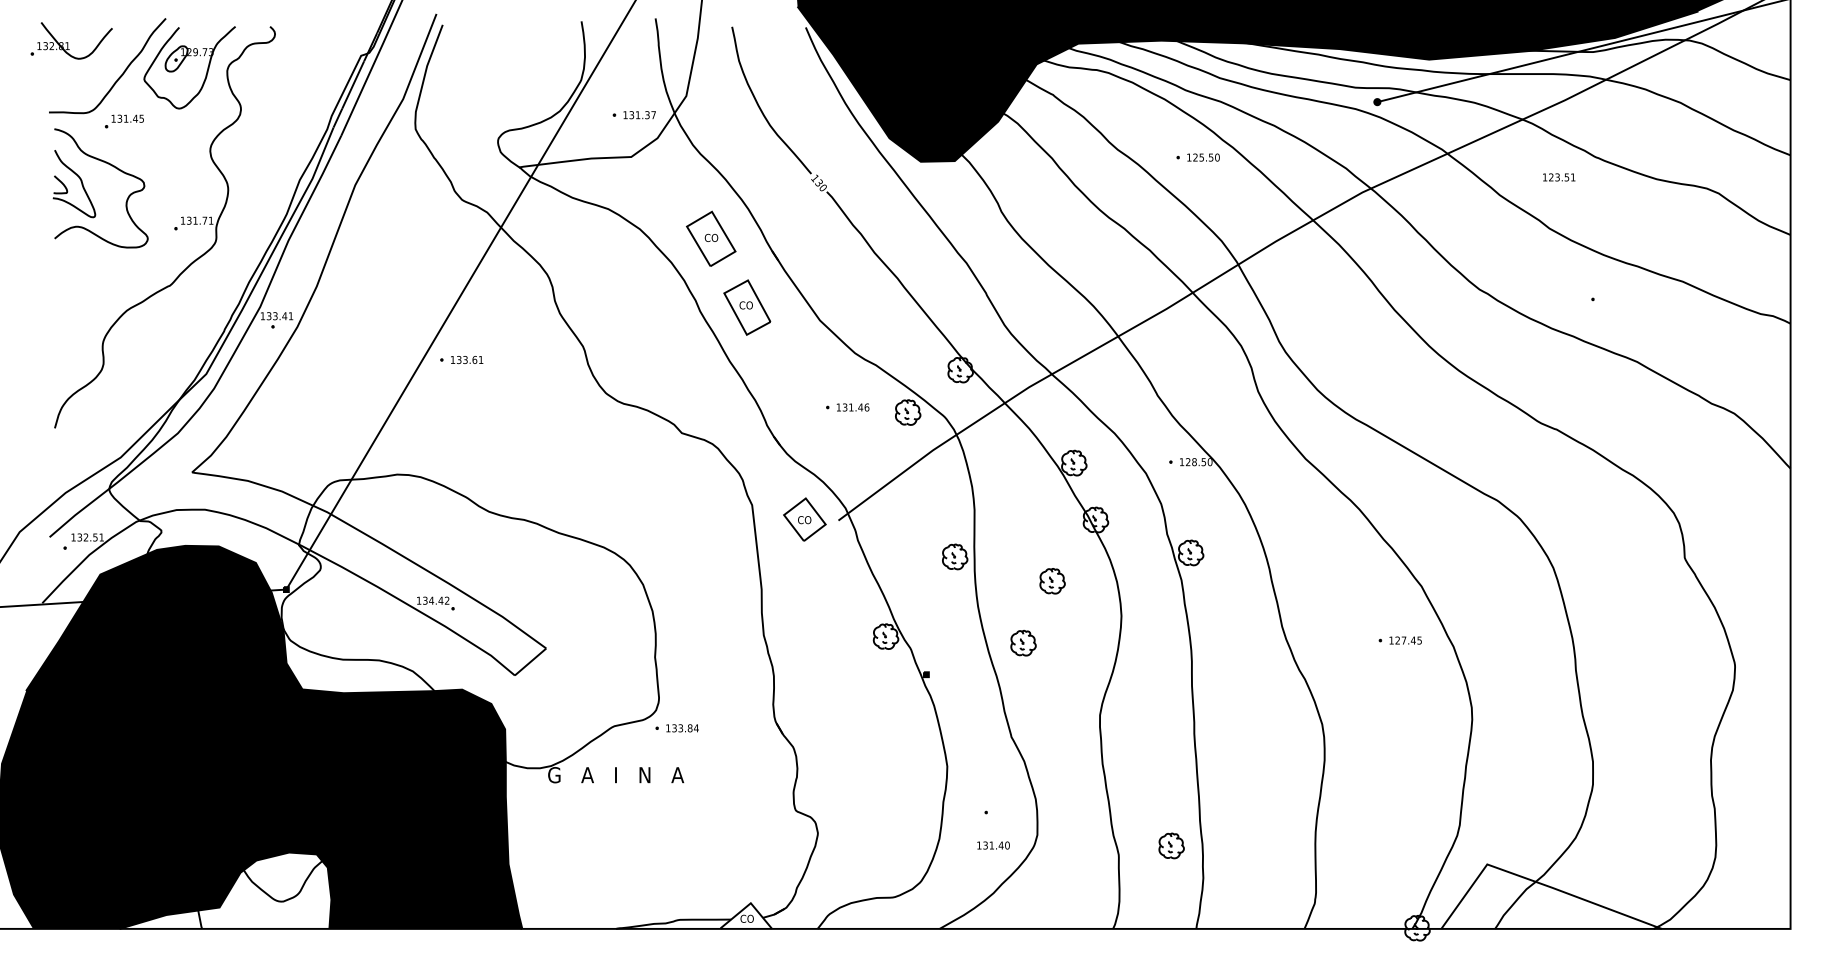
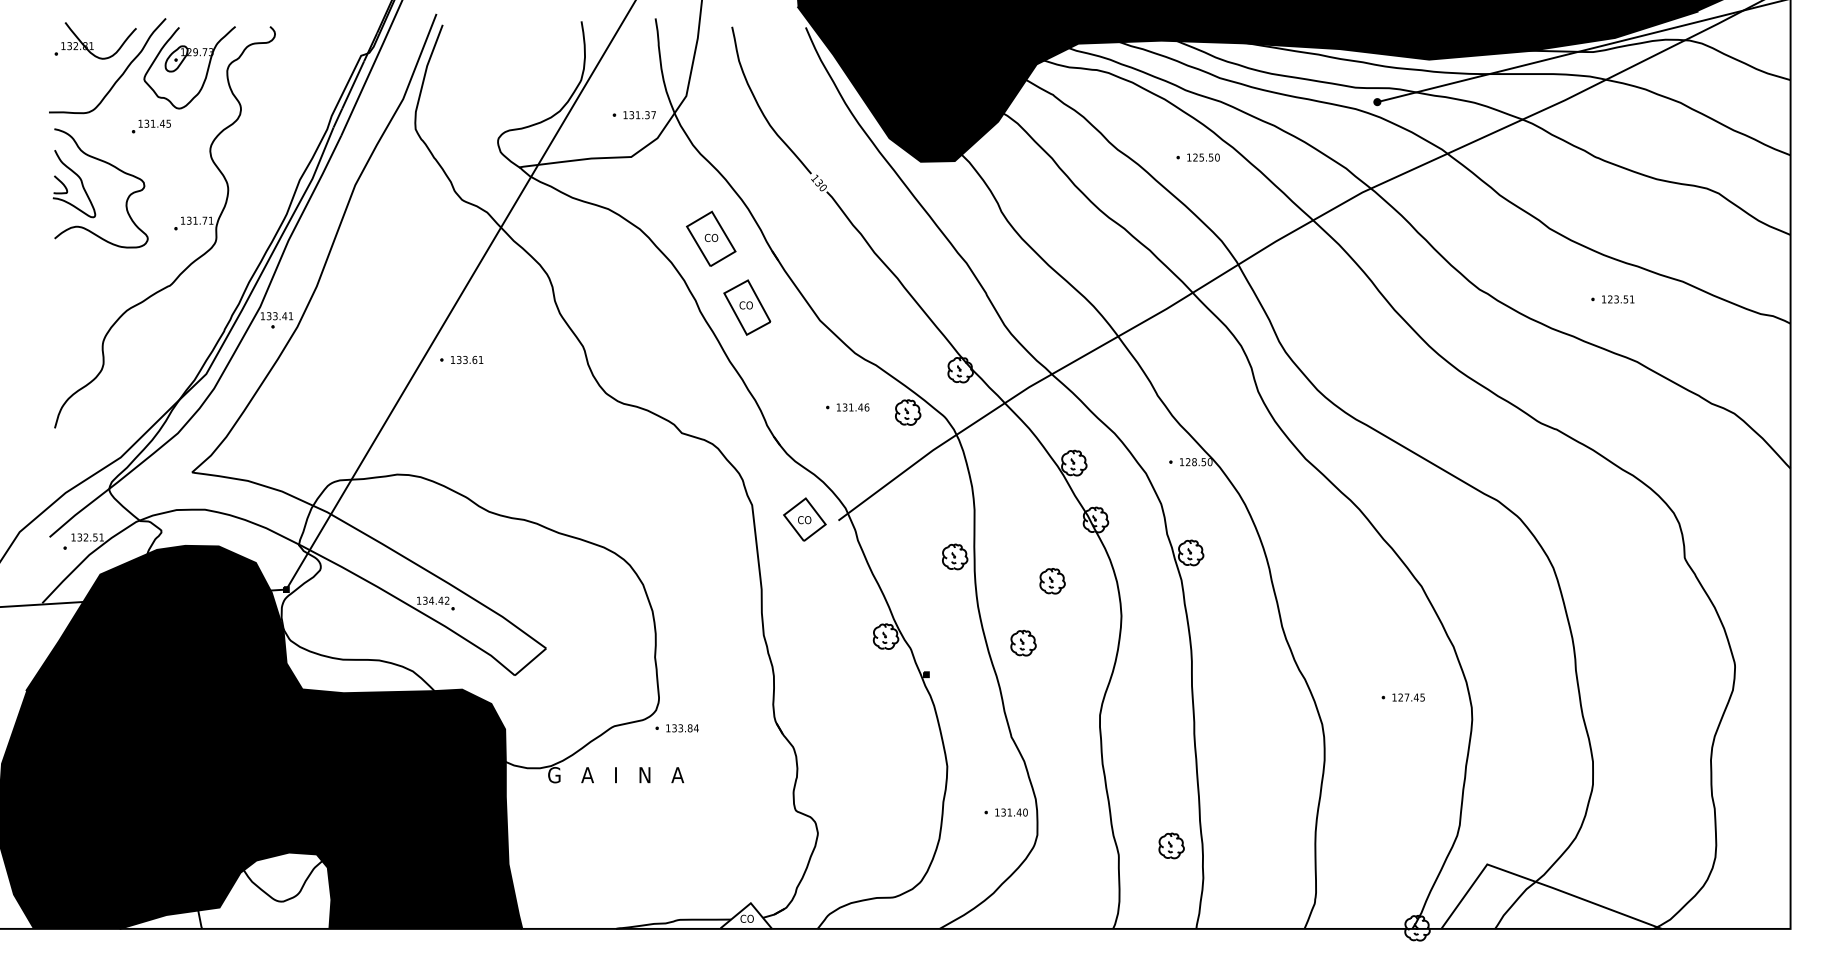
part at (71, 40) position: (71, 40) -> (95, 40)
part at (124, 121) position: (124, 121) -> (151, 126)
text at (1559, 177) position: (1559, 177) -> (1618, 299)
part at (1399, 640) position: (1399, 640) -> (1402, 697)
text at (993, 845) position: (993, 845) -> (1011, 812)
